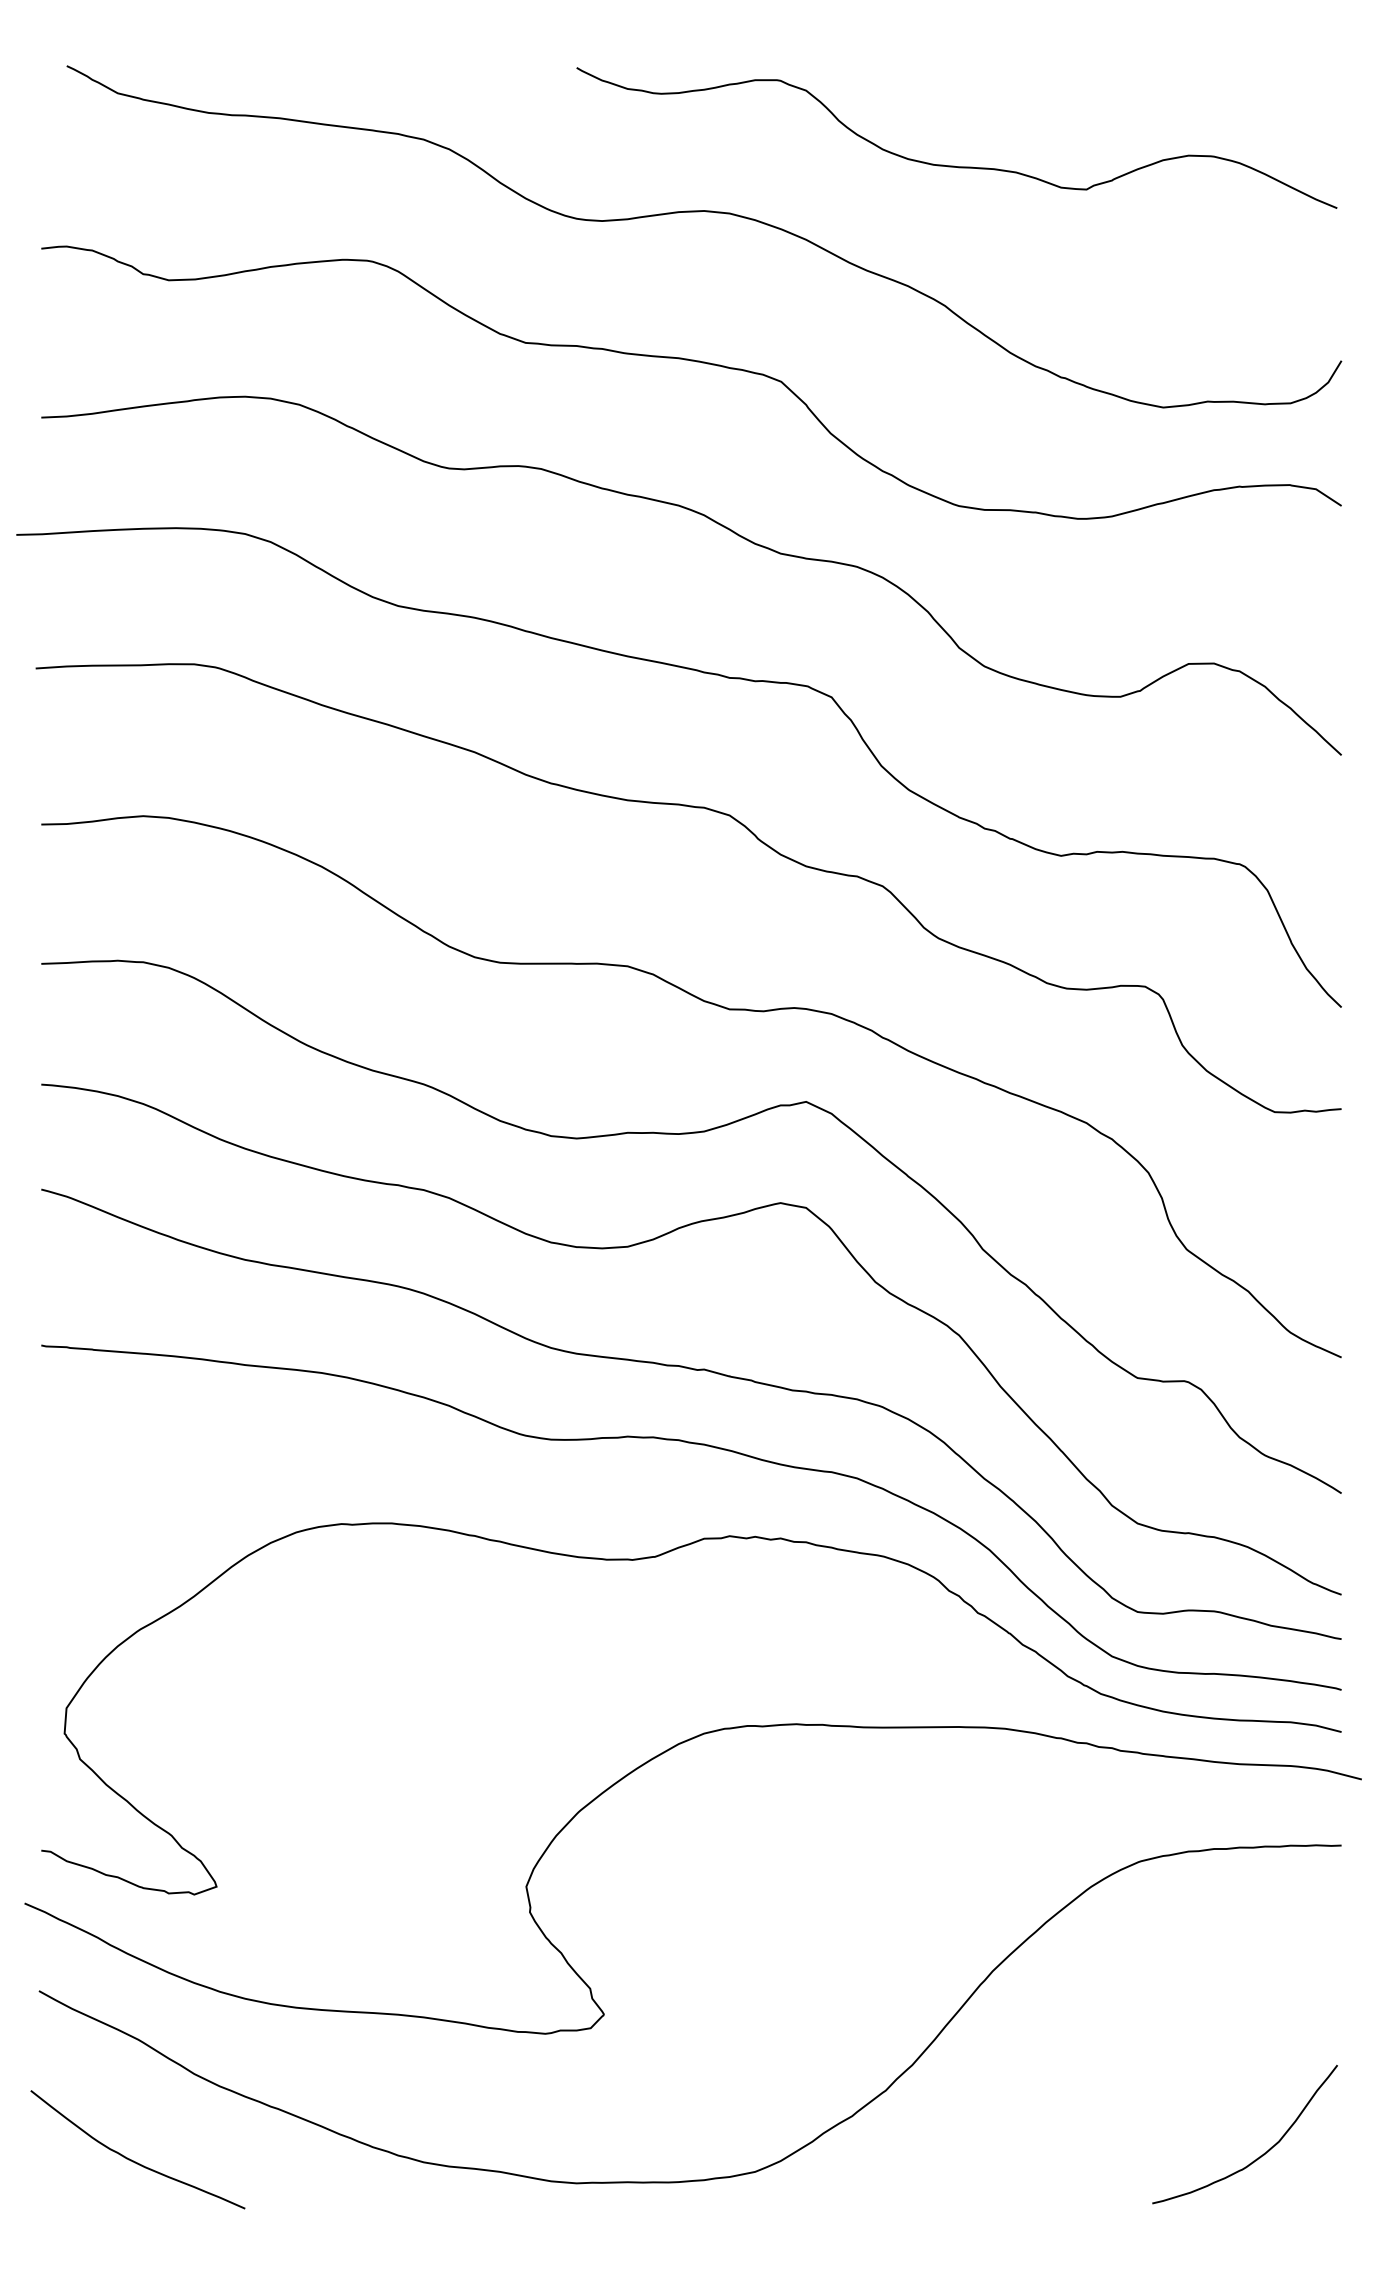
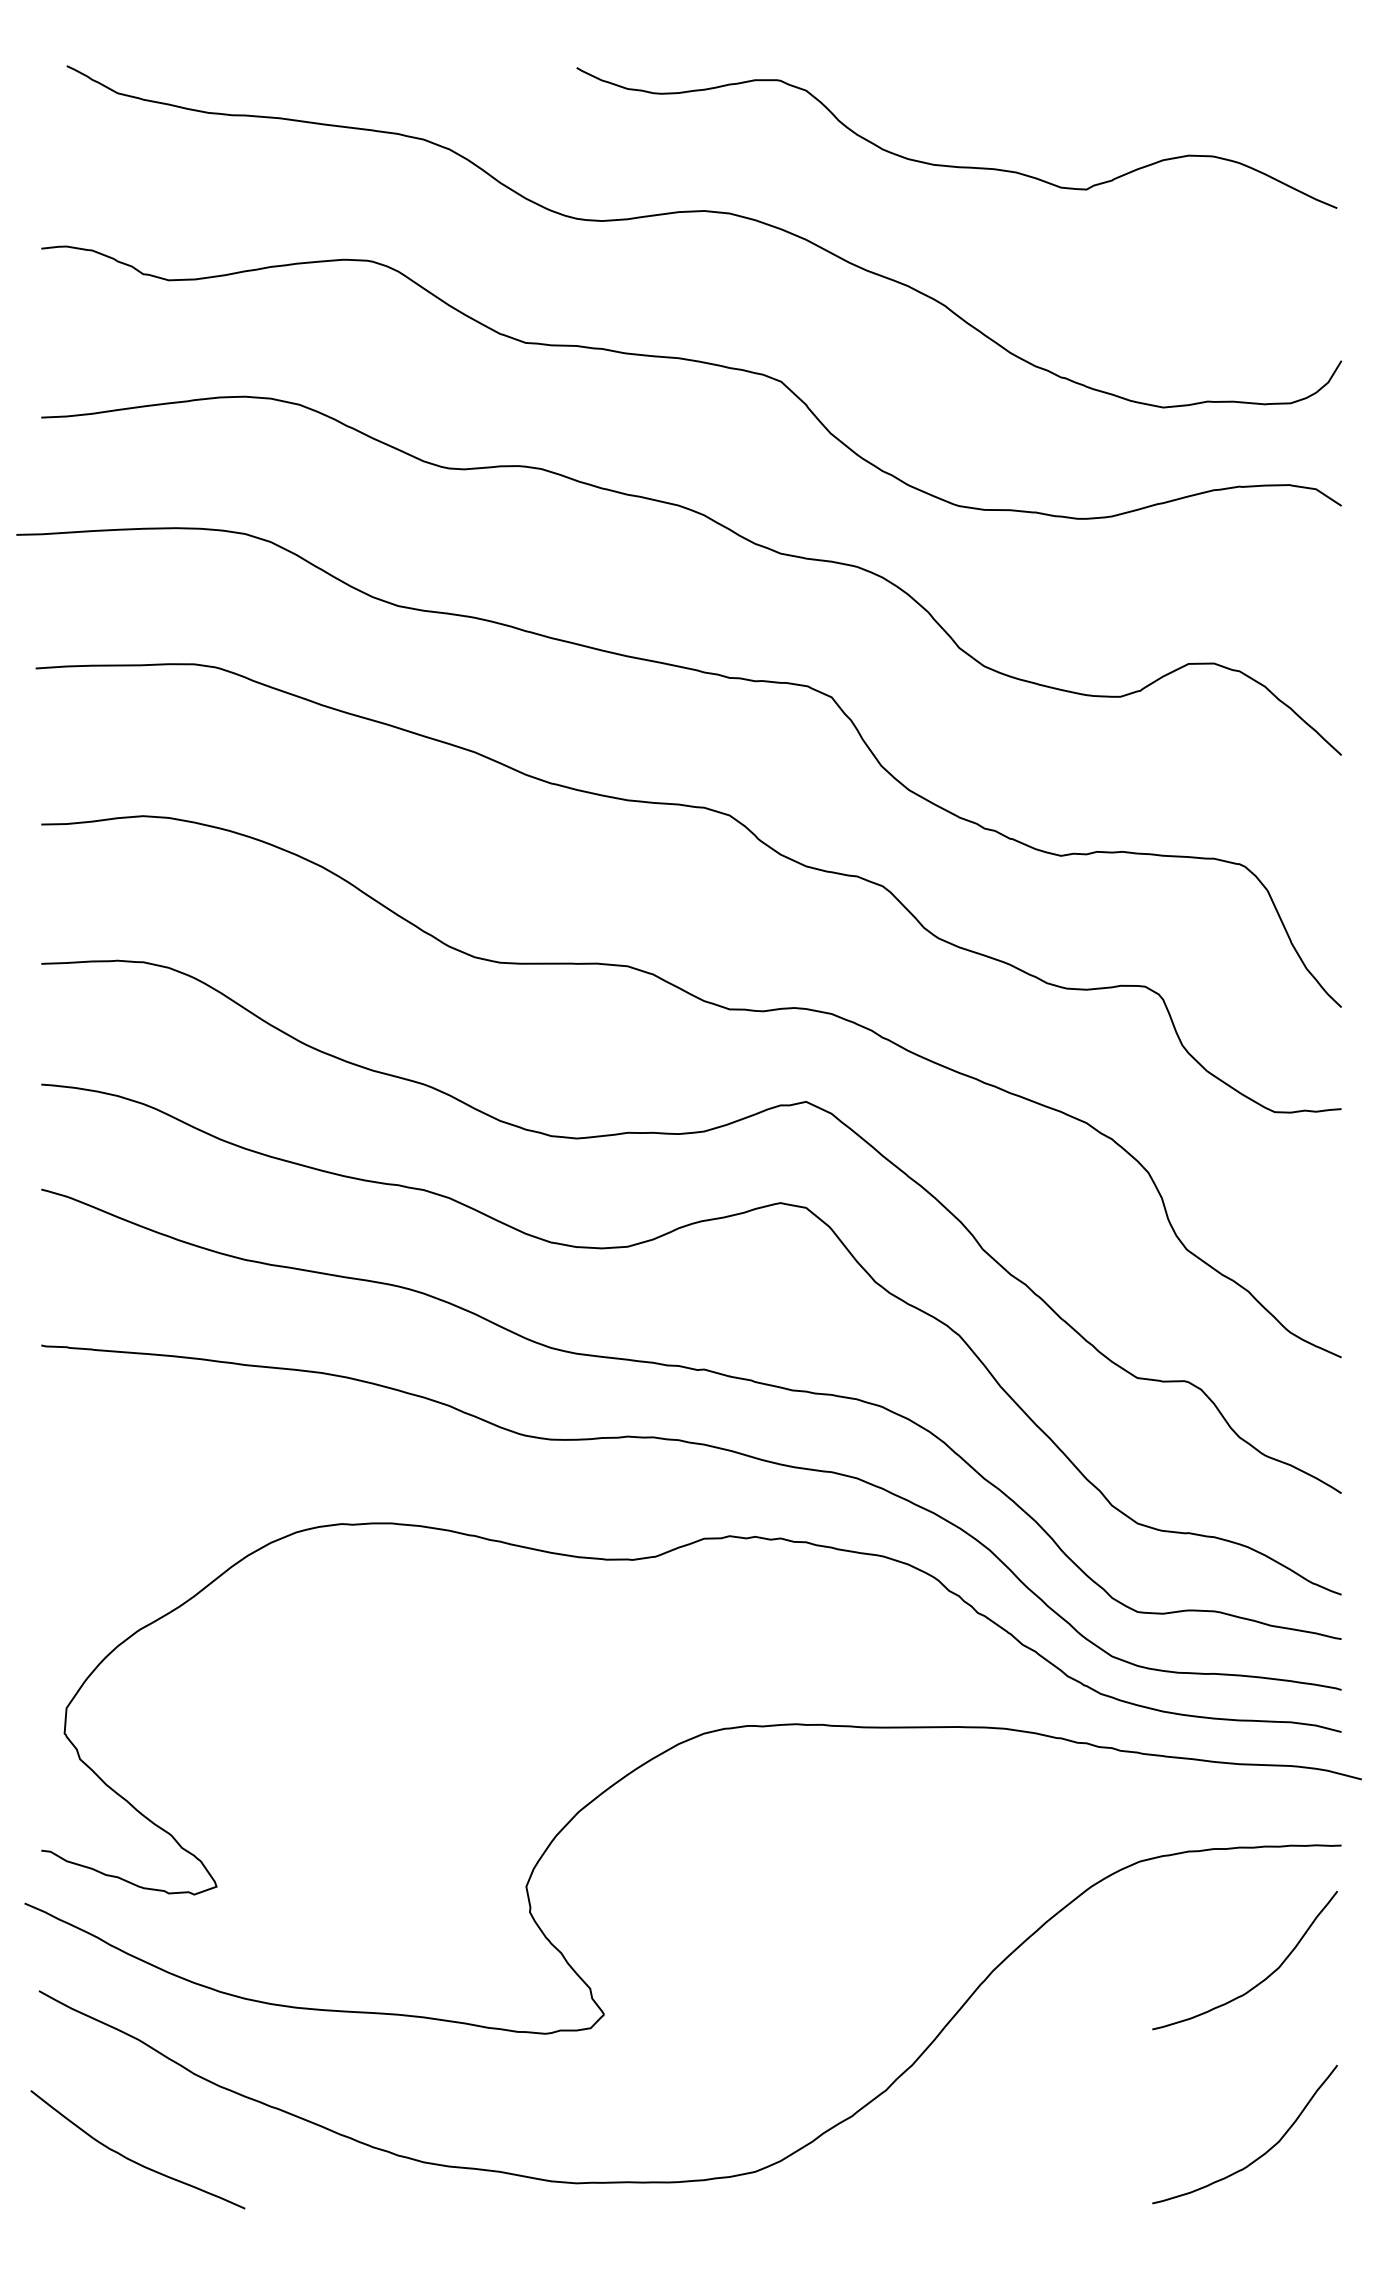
curve at (1260, 1981): none -> present
